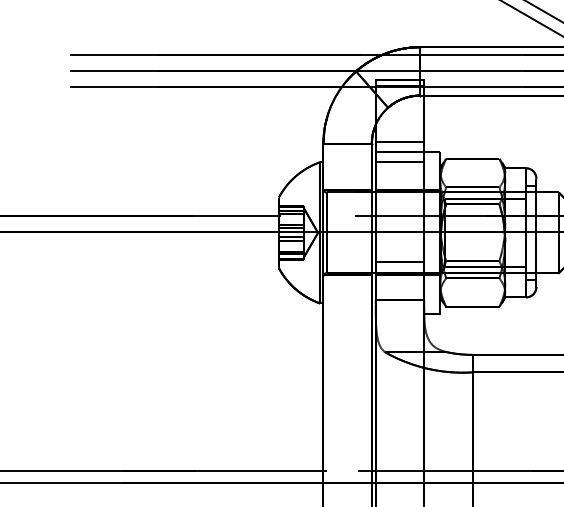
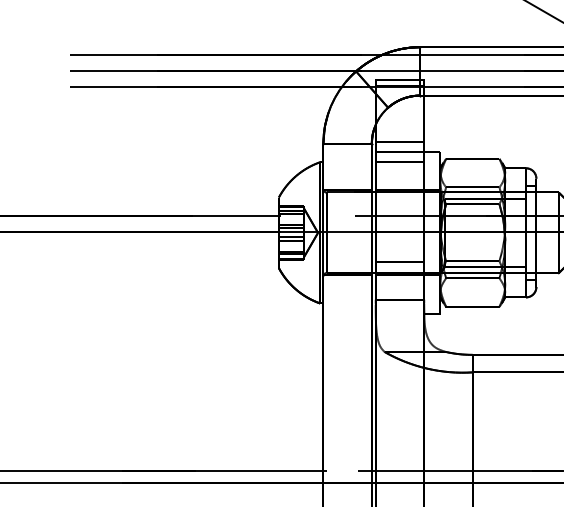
line at (531, 18): present -> none
